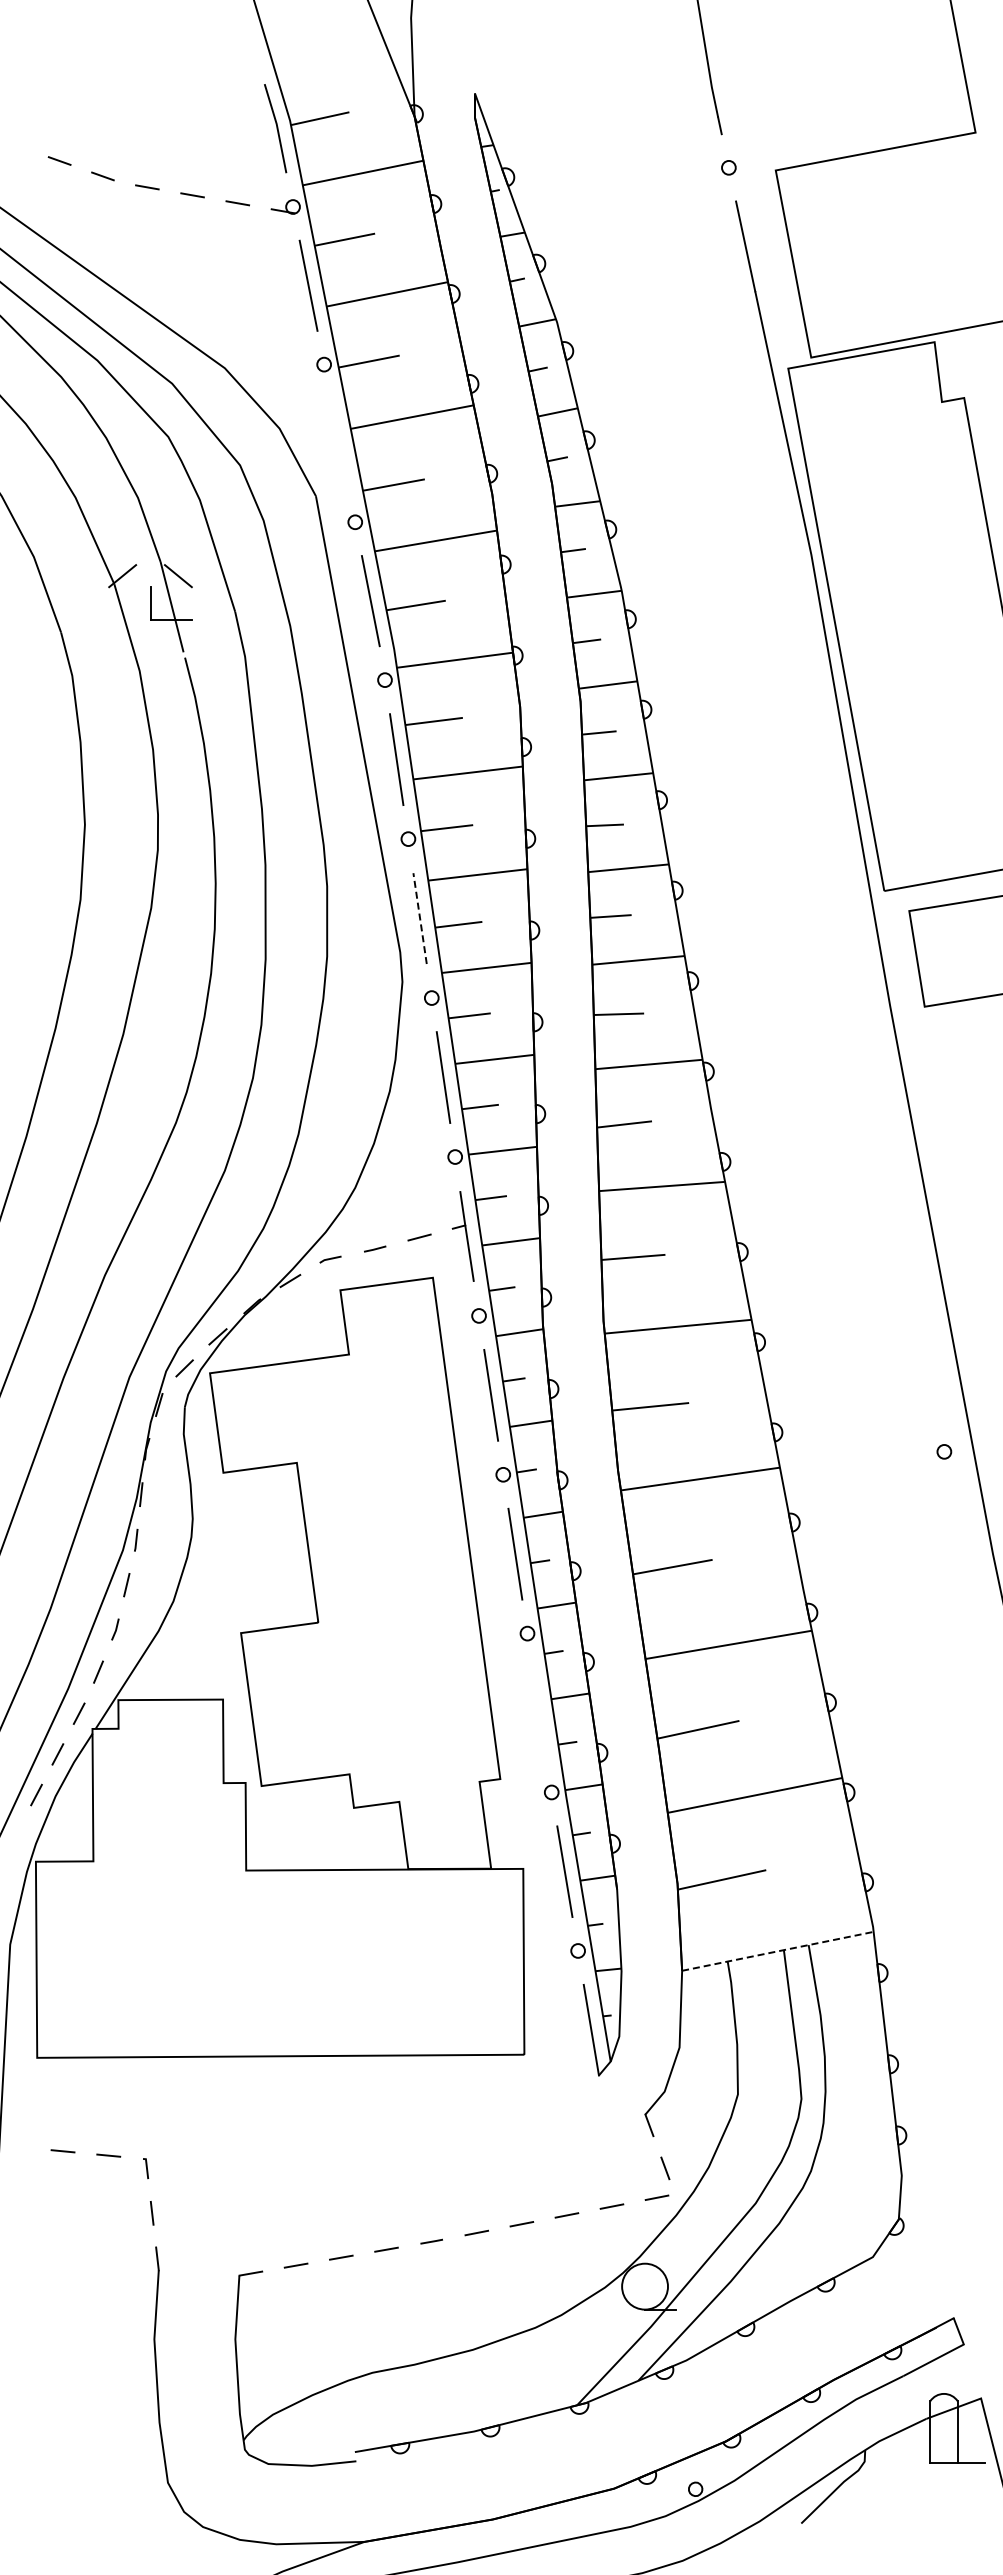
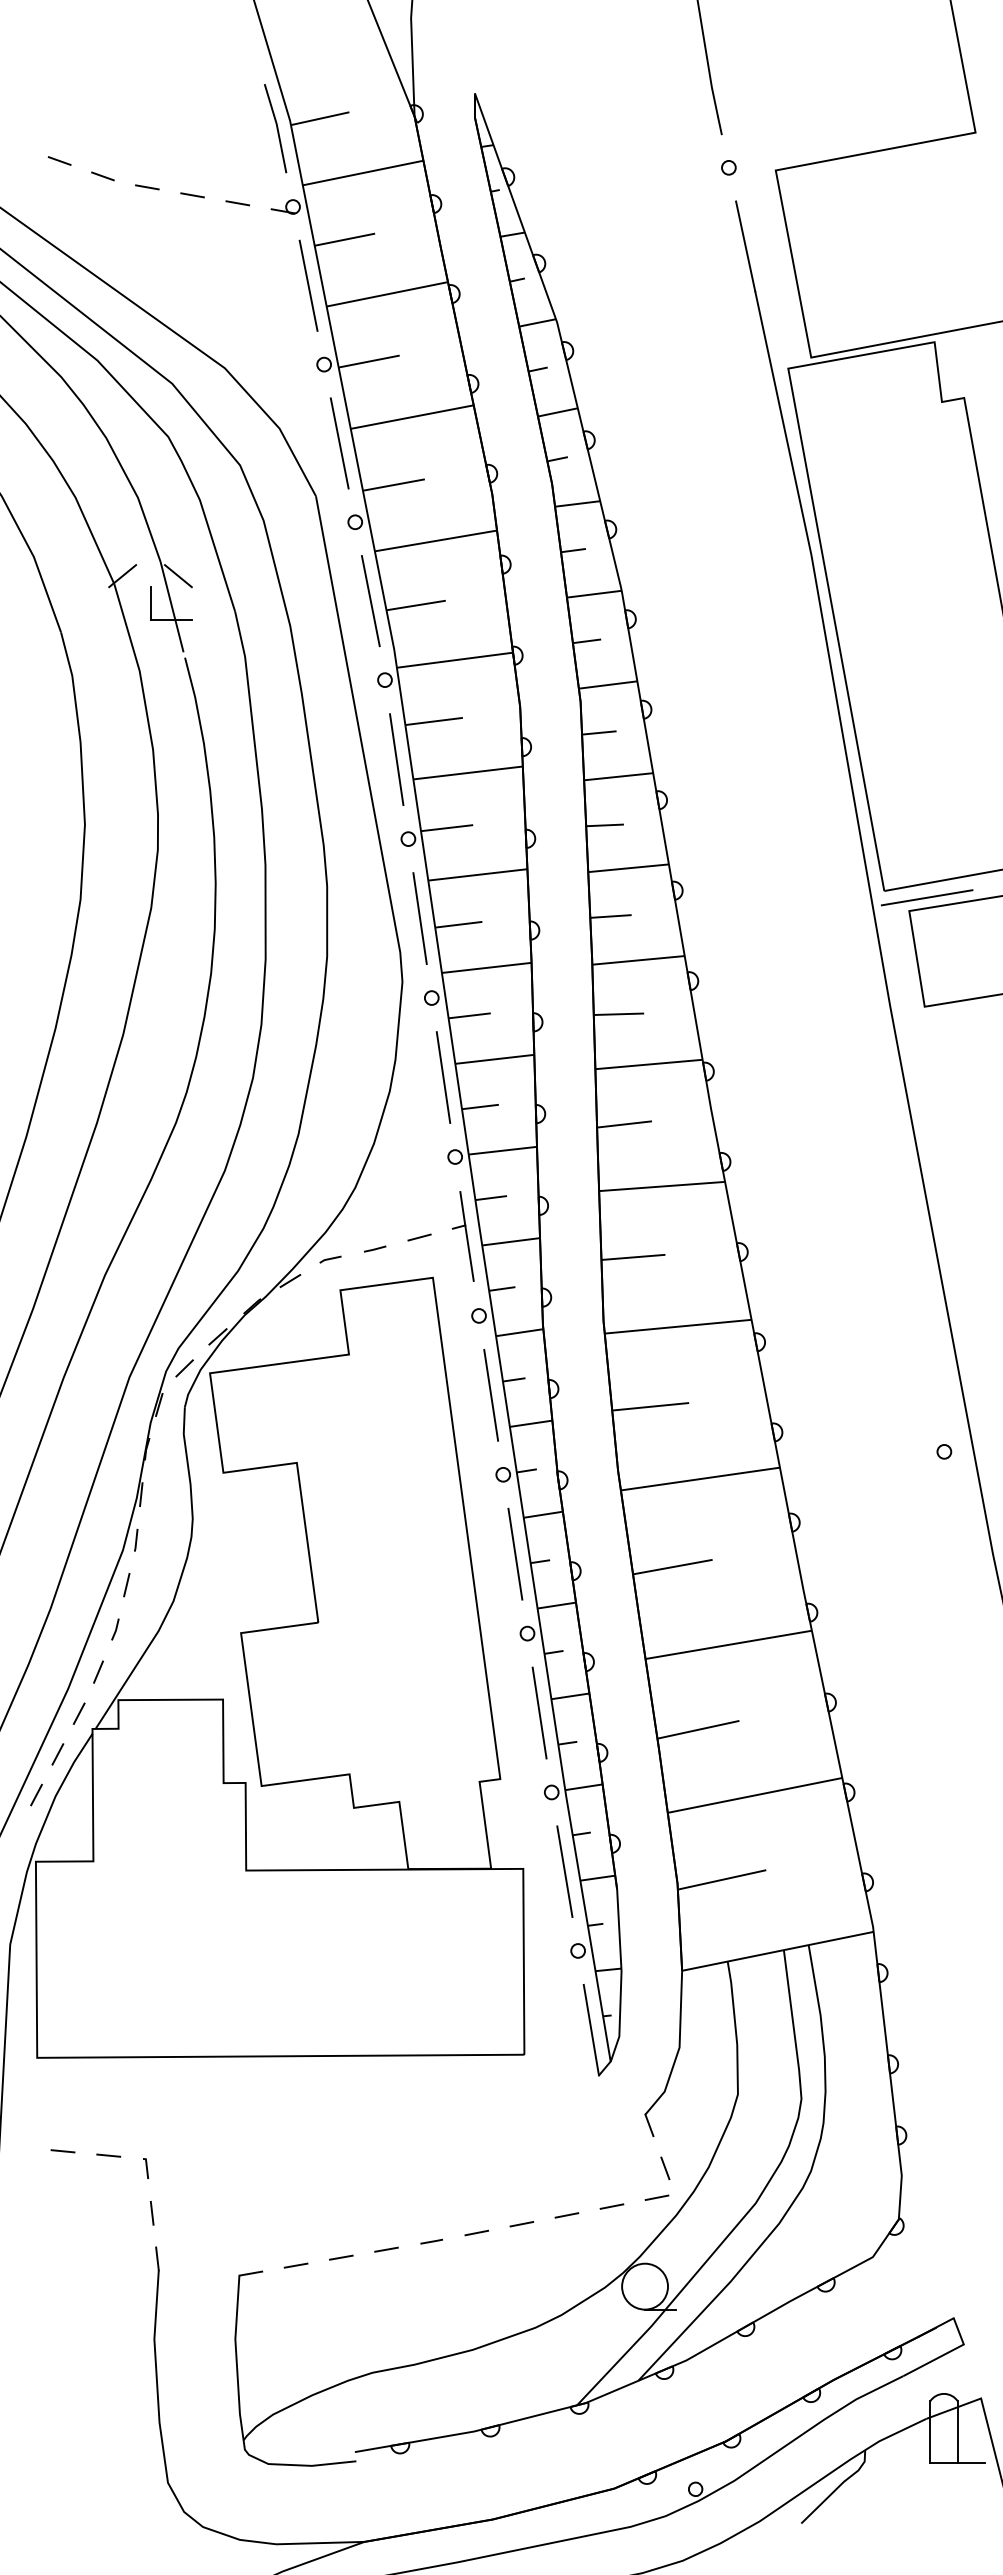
line at (339, 443): none -> present
line at (926, 897): none -> present
line at (420, 918): dashed -> solid
line at (539, 1712): none -> present
line at (777, 1951): dashed -> solid
